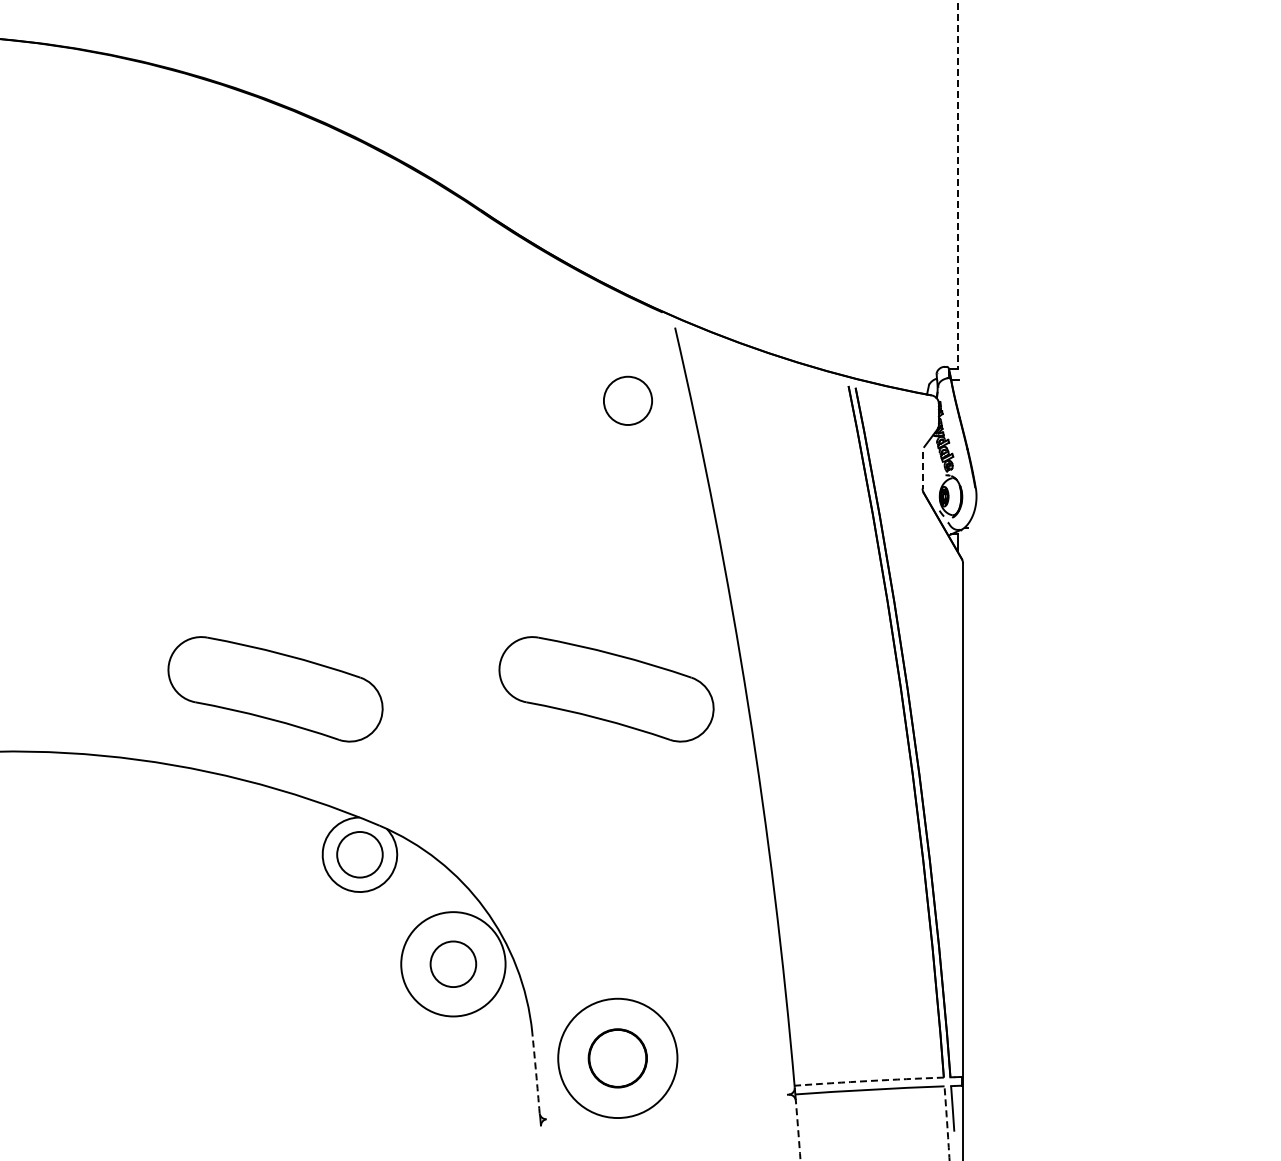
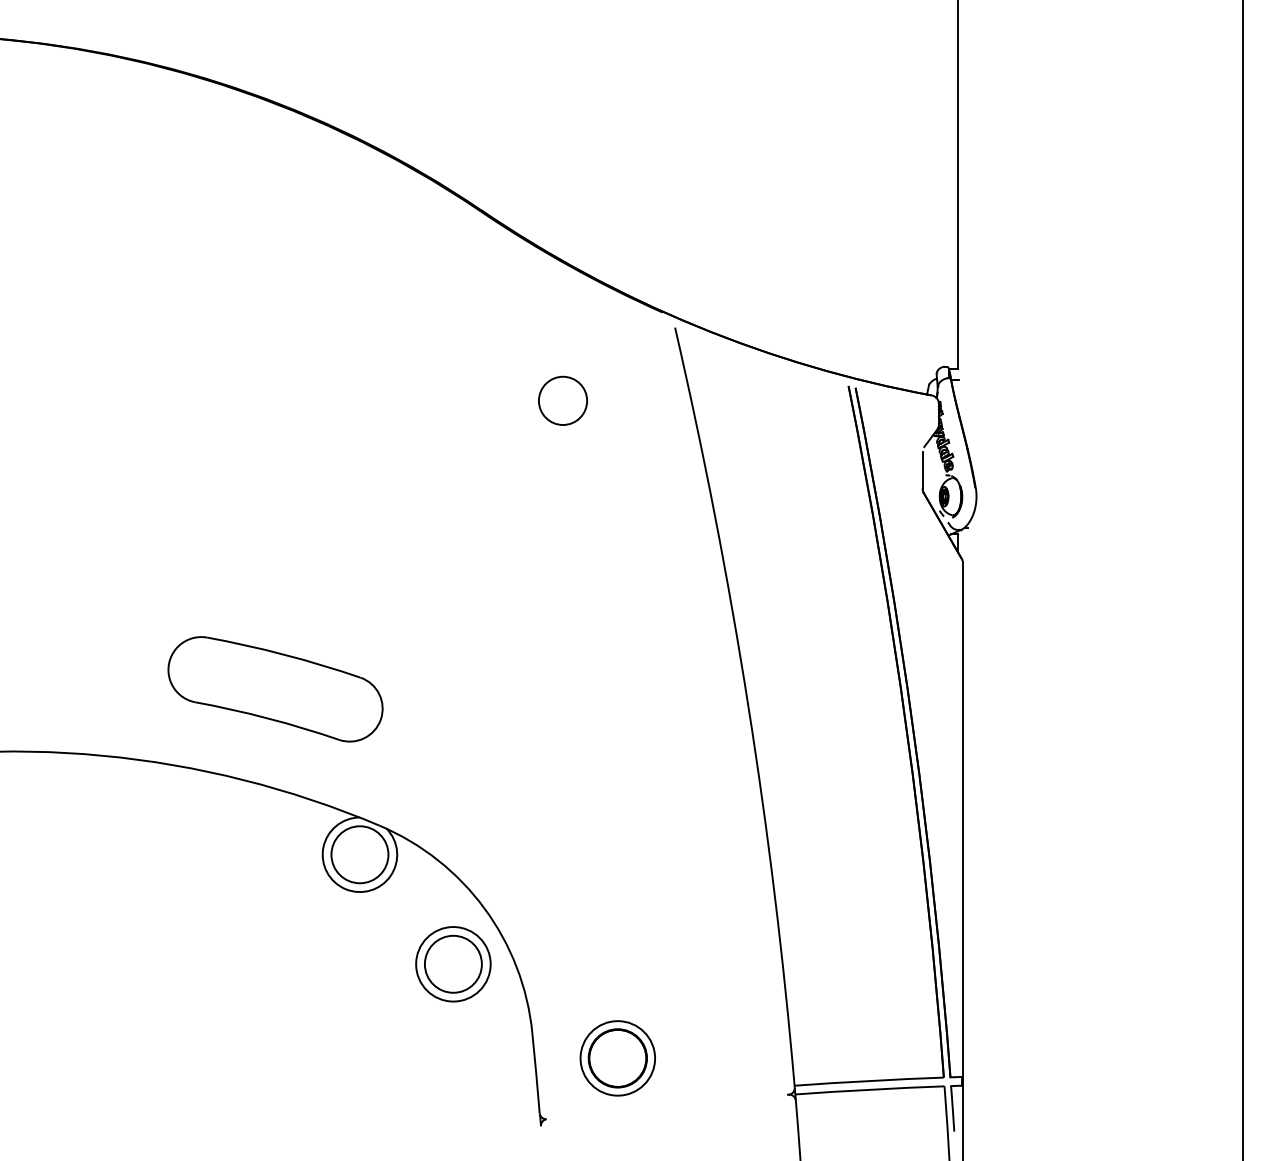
line at (957, 185): dashed -> solid
circle at (627, 400) position: (627, 400) -> (562, 400)
line at (922, 470): dashed -> solid
line at (1242, 579): none -> present
part at (606, 689): present -> none
circle at (359, 854) diameter: 46 px -> 57 px
circle at (453, 964) diameter: 104 px -> 75 px
circle at (453, 964) diameter: 46 px -> 57 px
circle at (617, 1058) diameter: 119 px -> 75 px
arc at (536, 1073): dashed -> solid
arc at (869, 1081): dashed -> solid
arc at (947, 1124): dashed -> solid
arc at (798, 1130): dashed -> solid
